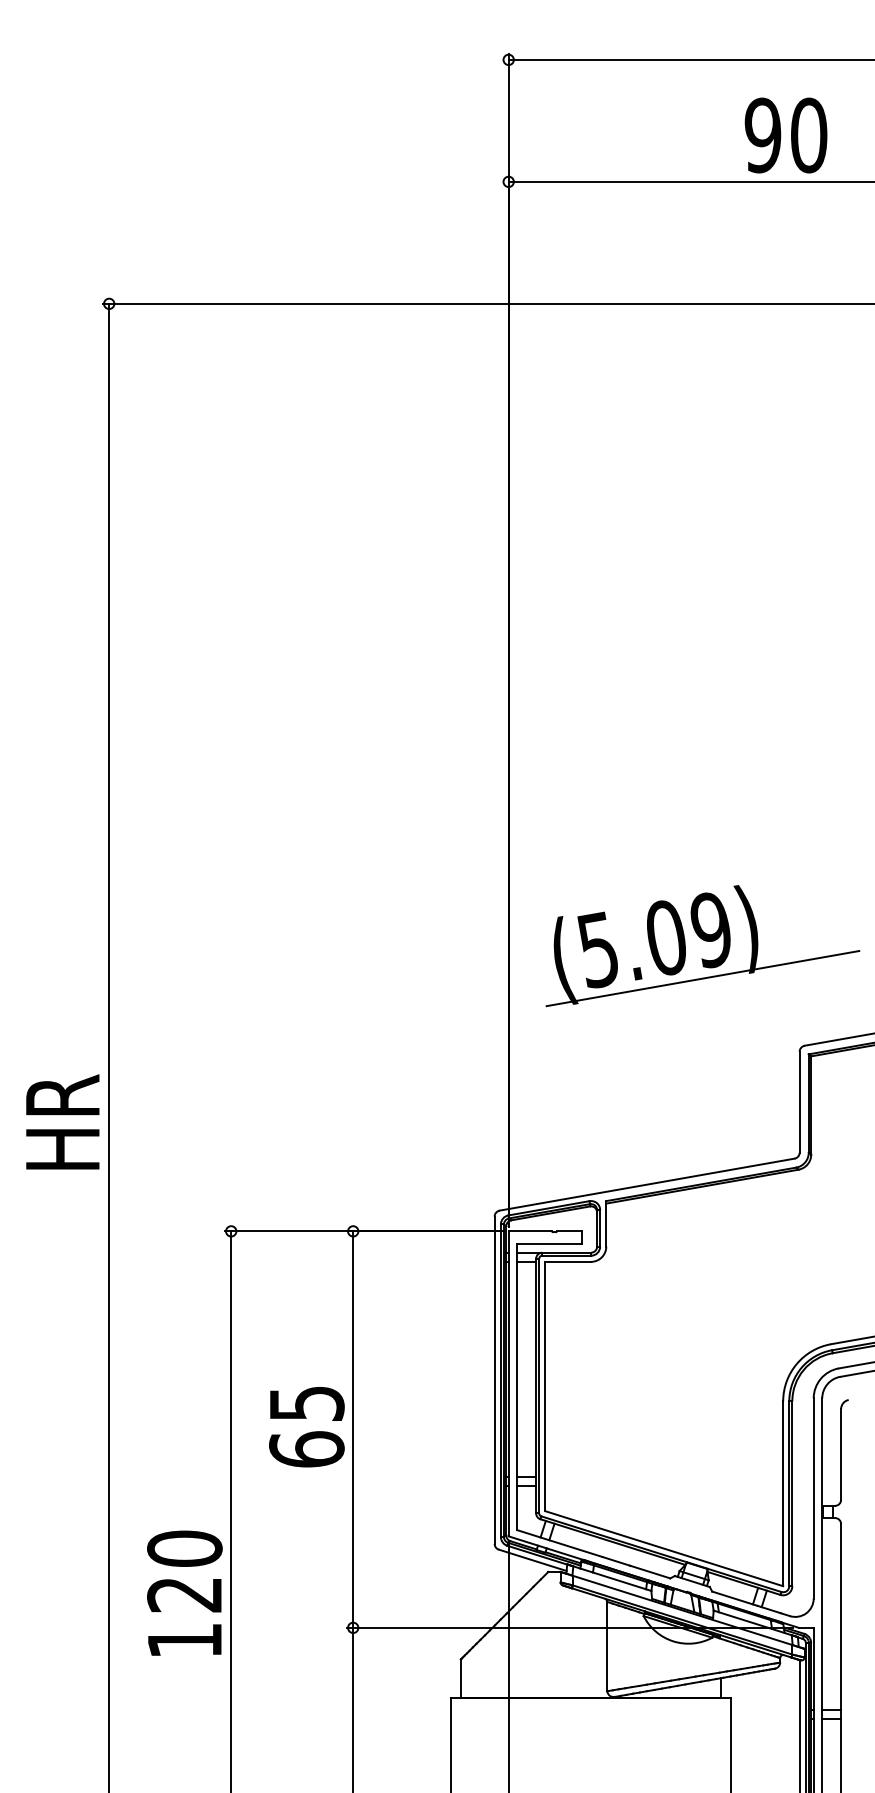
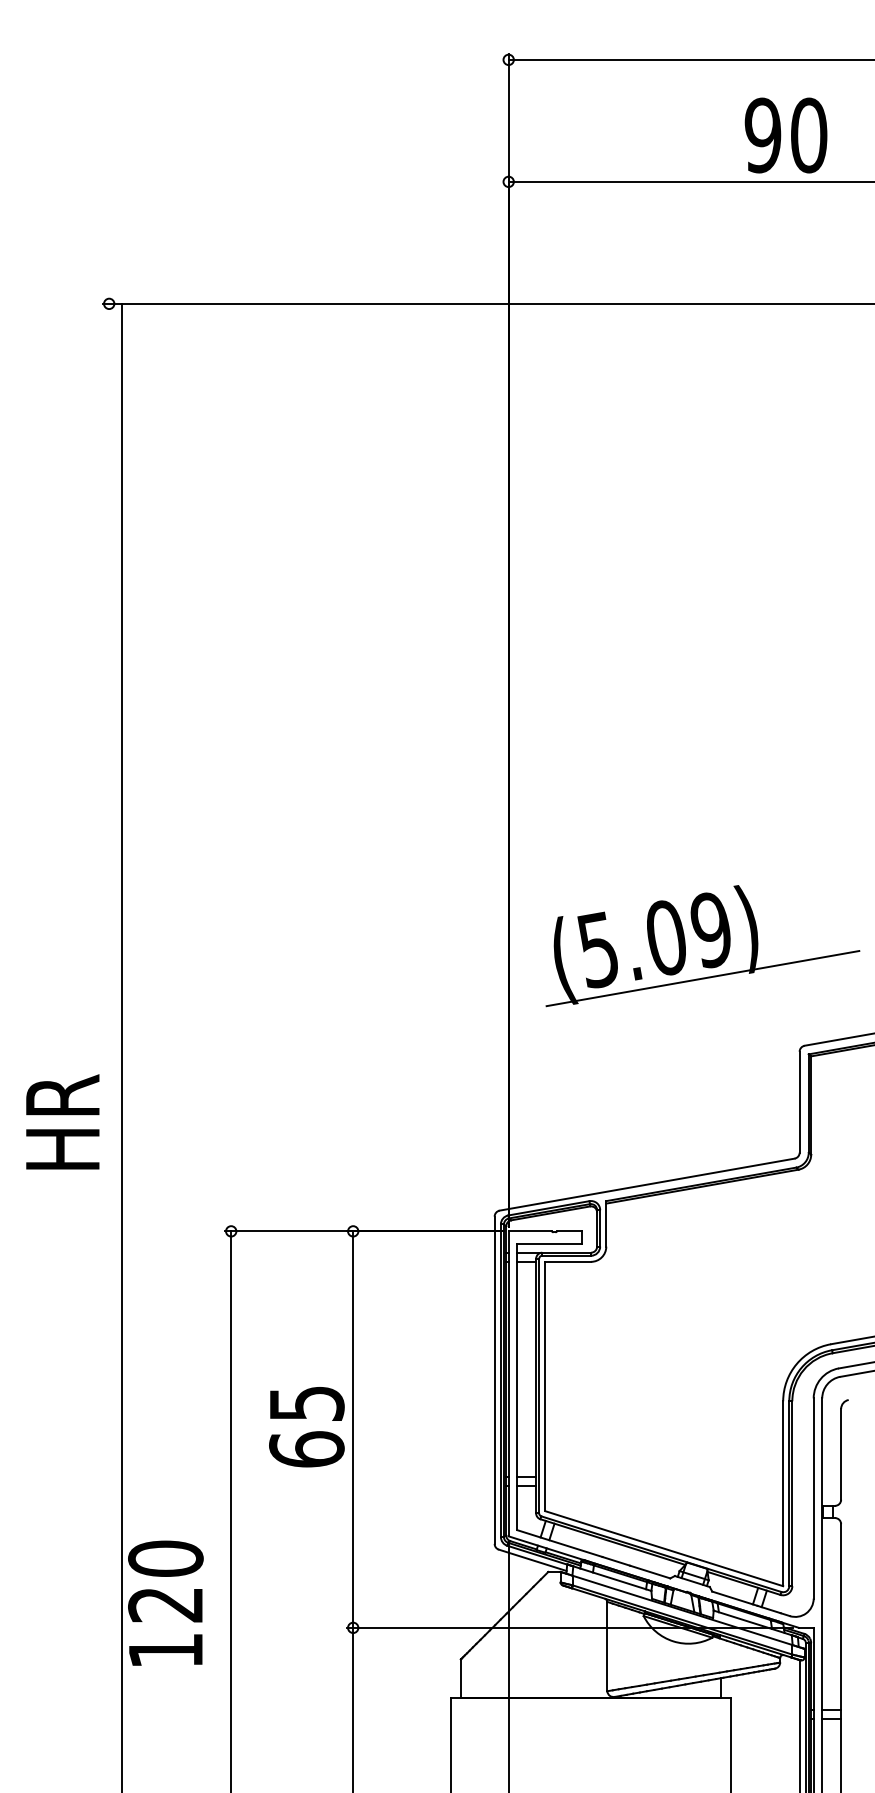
line at (109, 1046) position: (109, 1046) -> (122, 1046)
text at (184, 1592) position: (184, 1592) -> (165, 1602)
